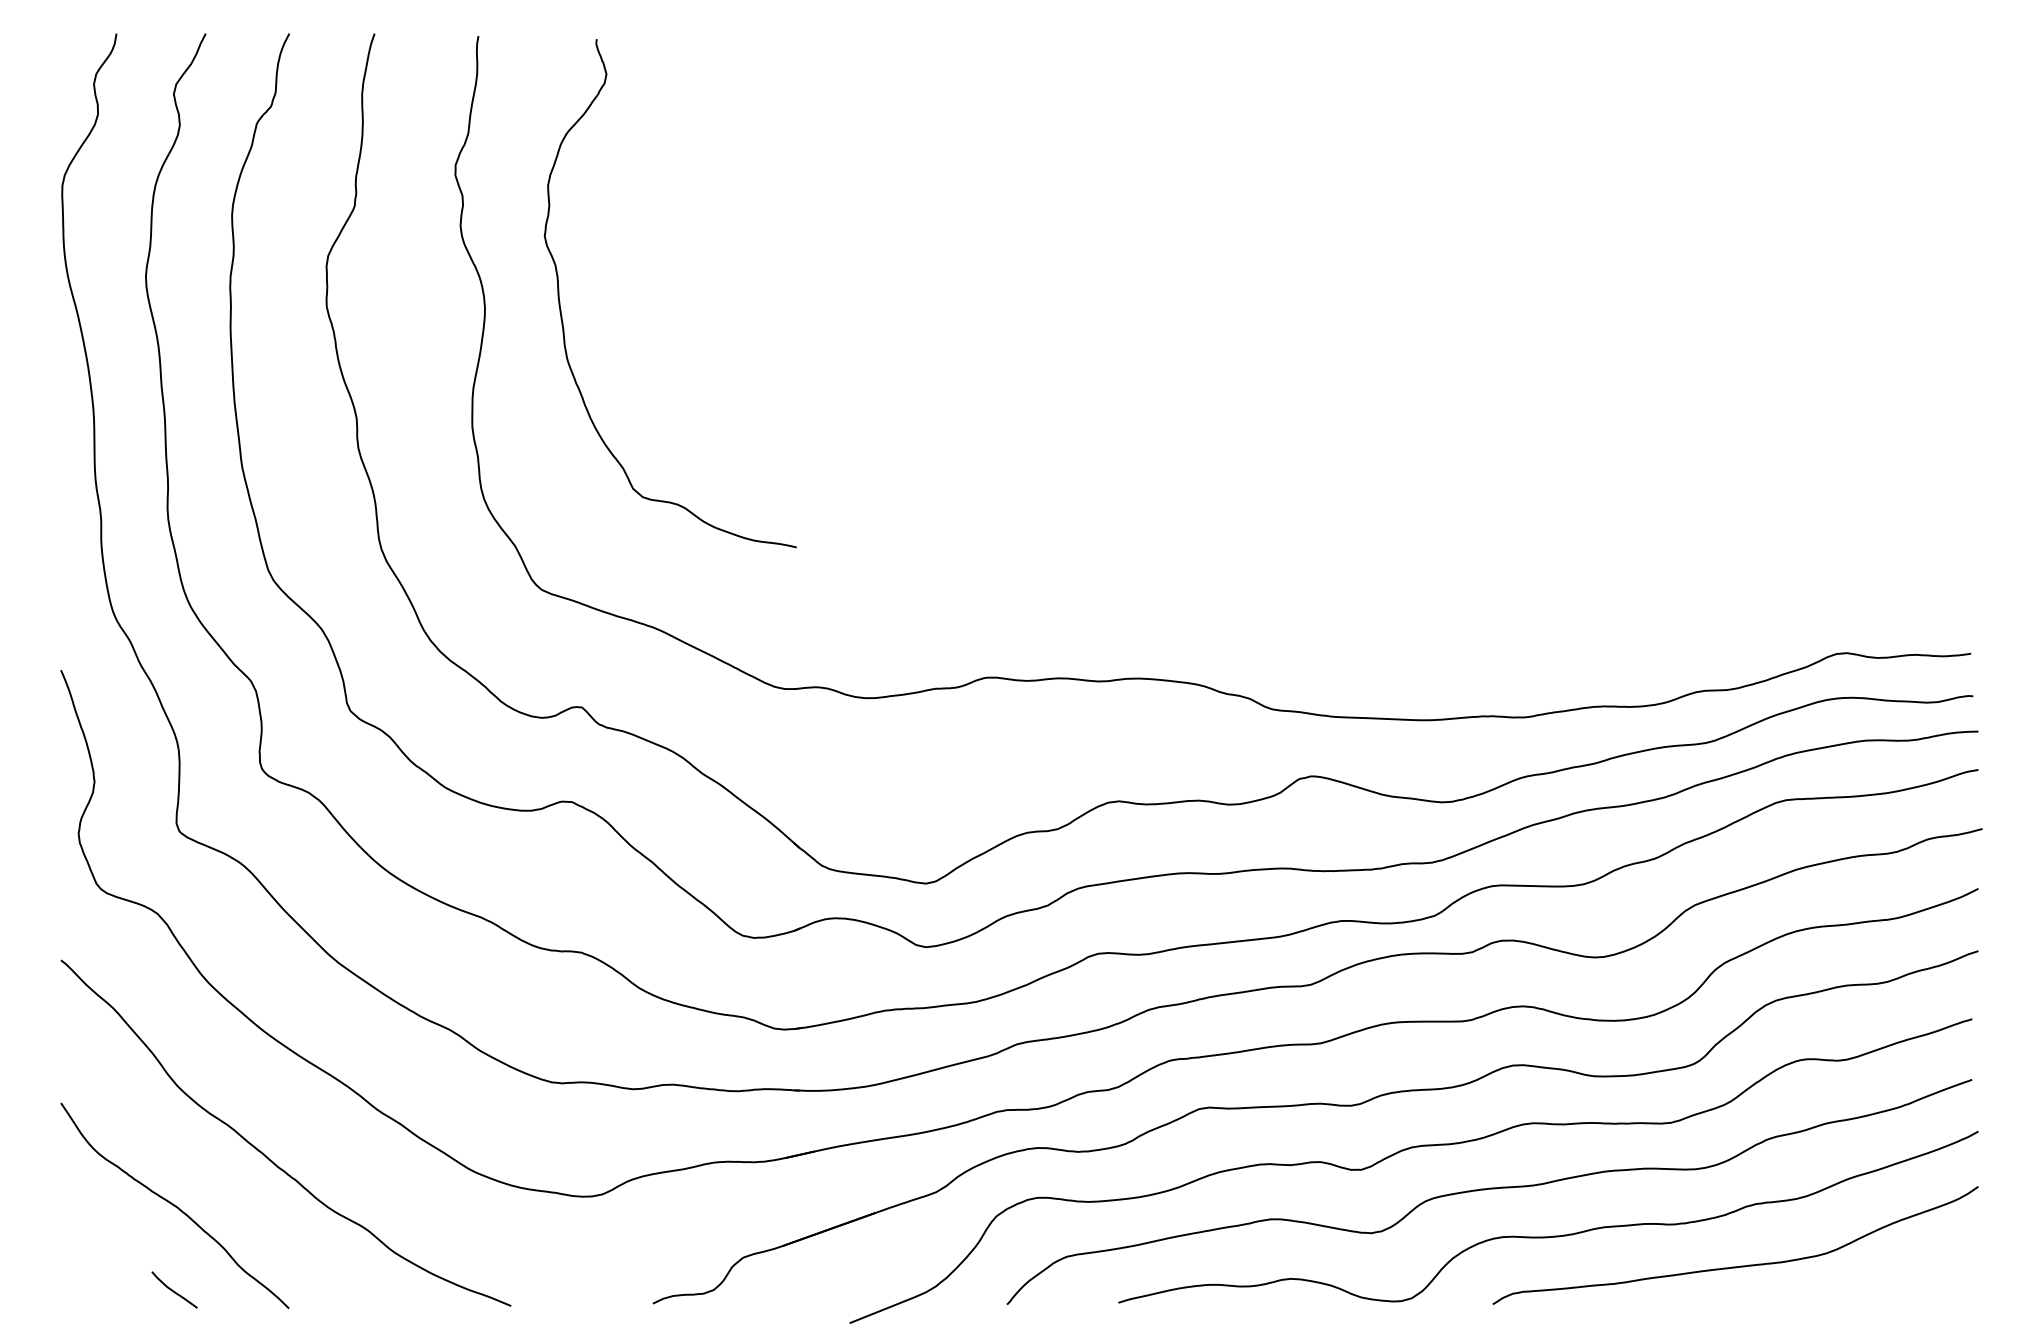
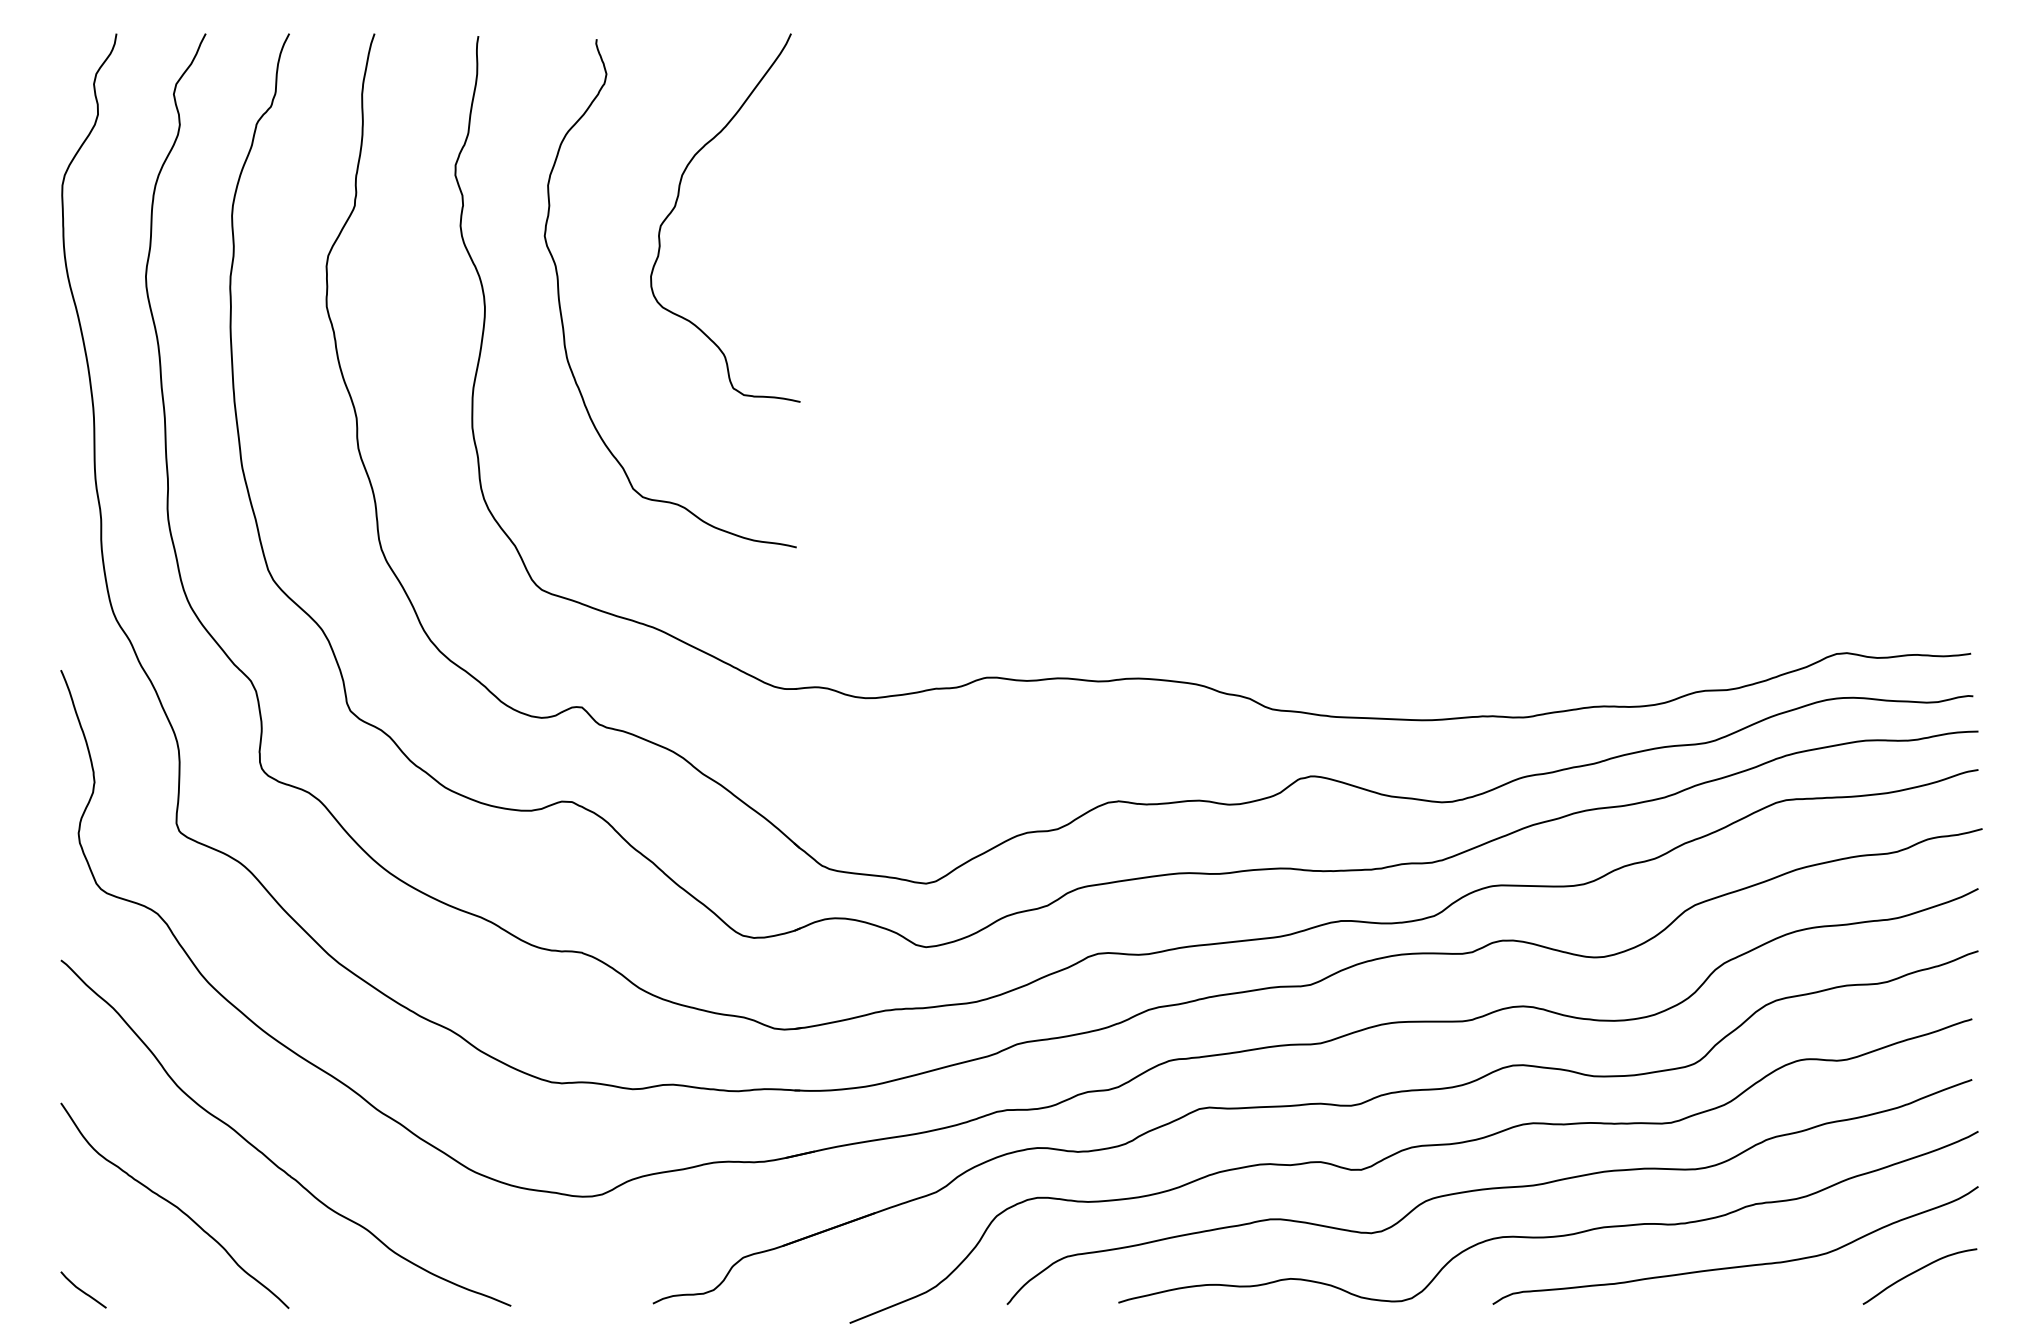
curve at (676, 205): none -> present
curve at (1916, 1272): none -> present
curve at (173, 1290) position: (173, 1290) -> (82, 1290)
